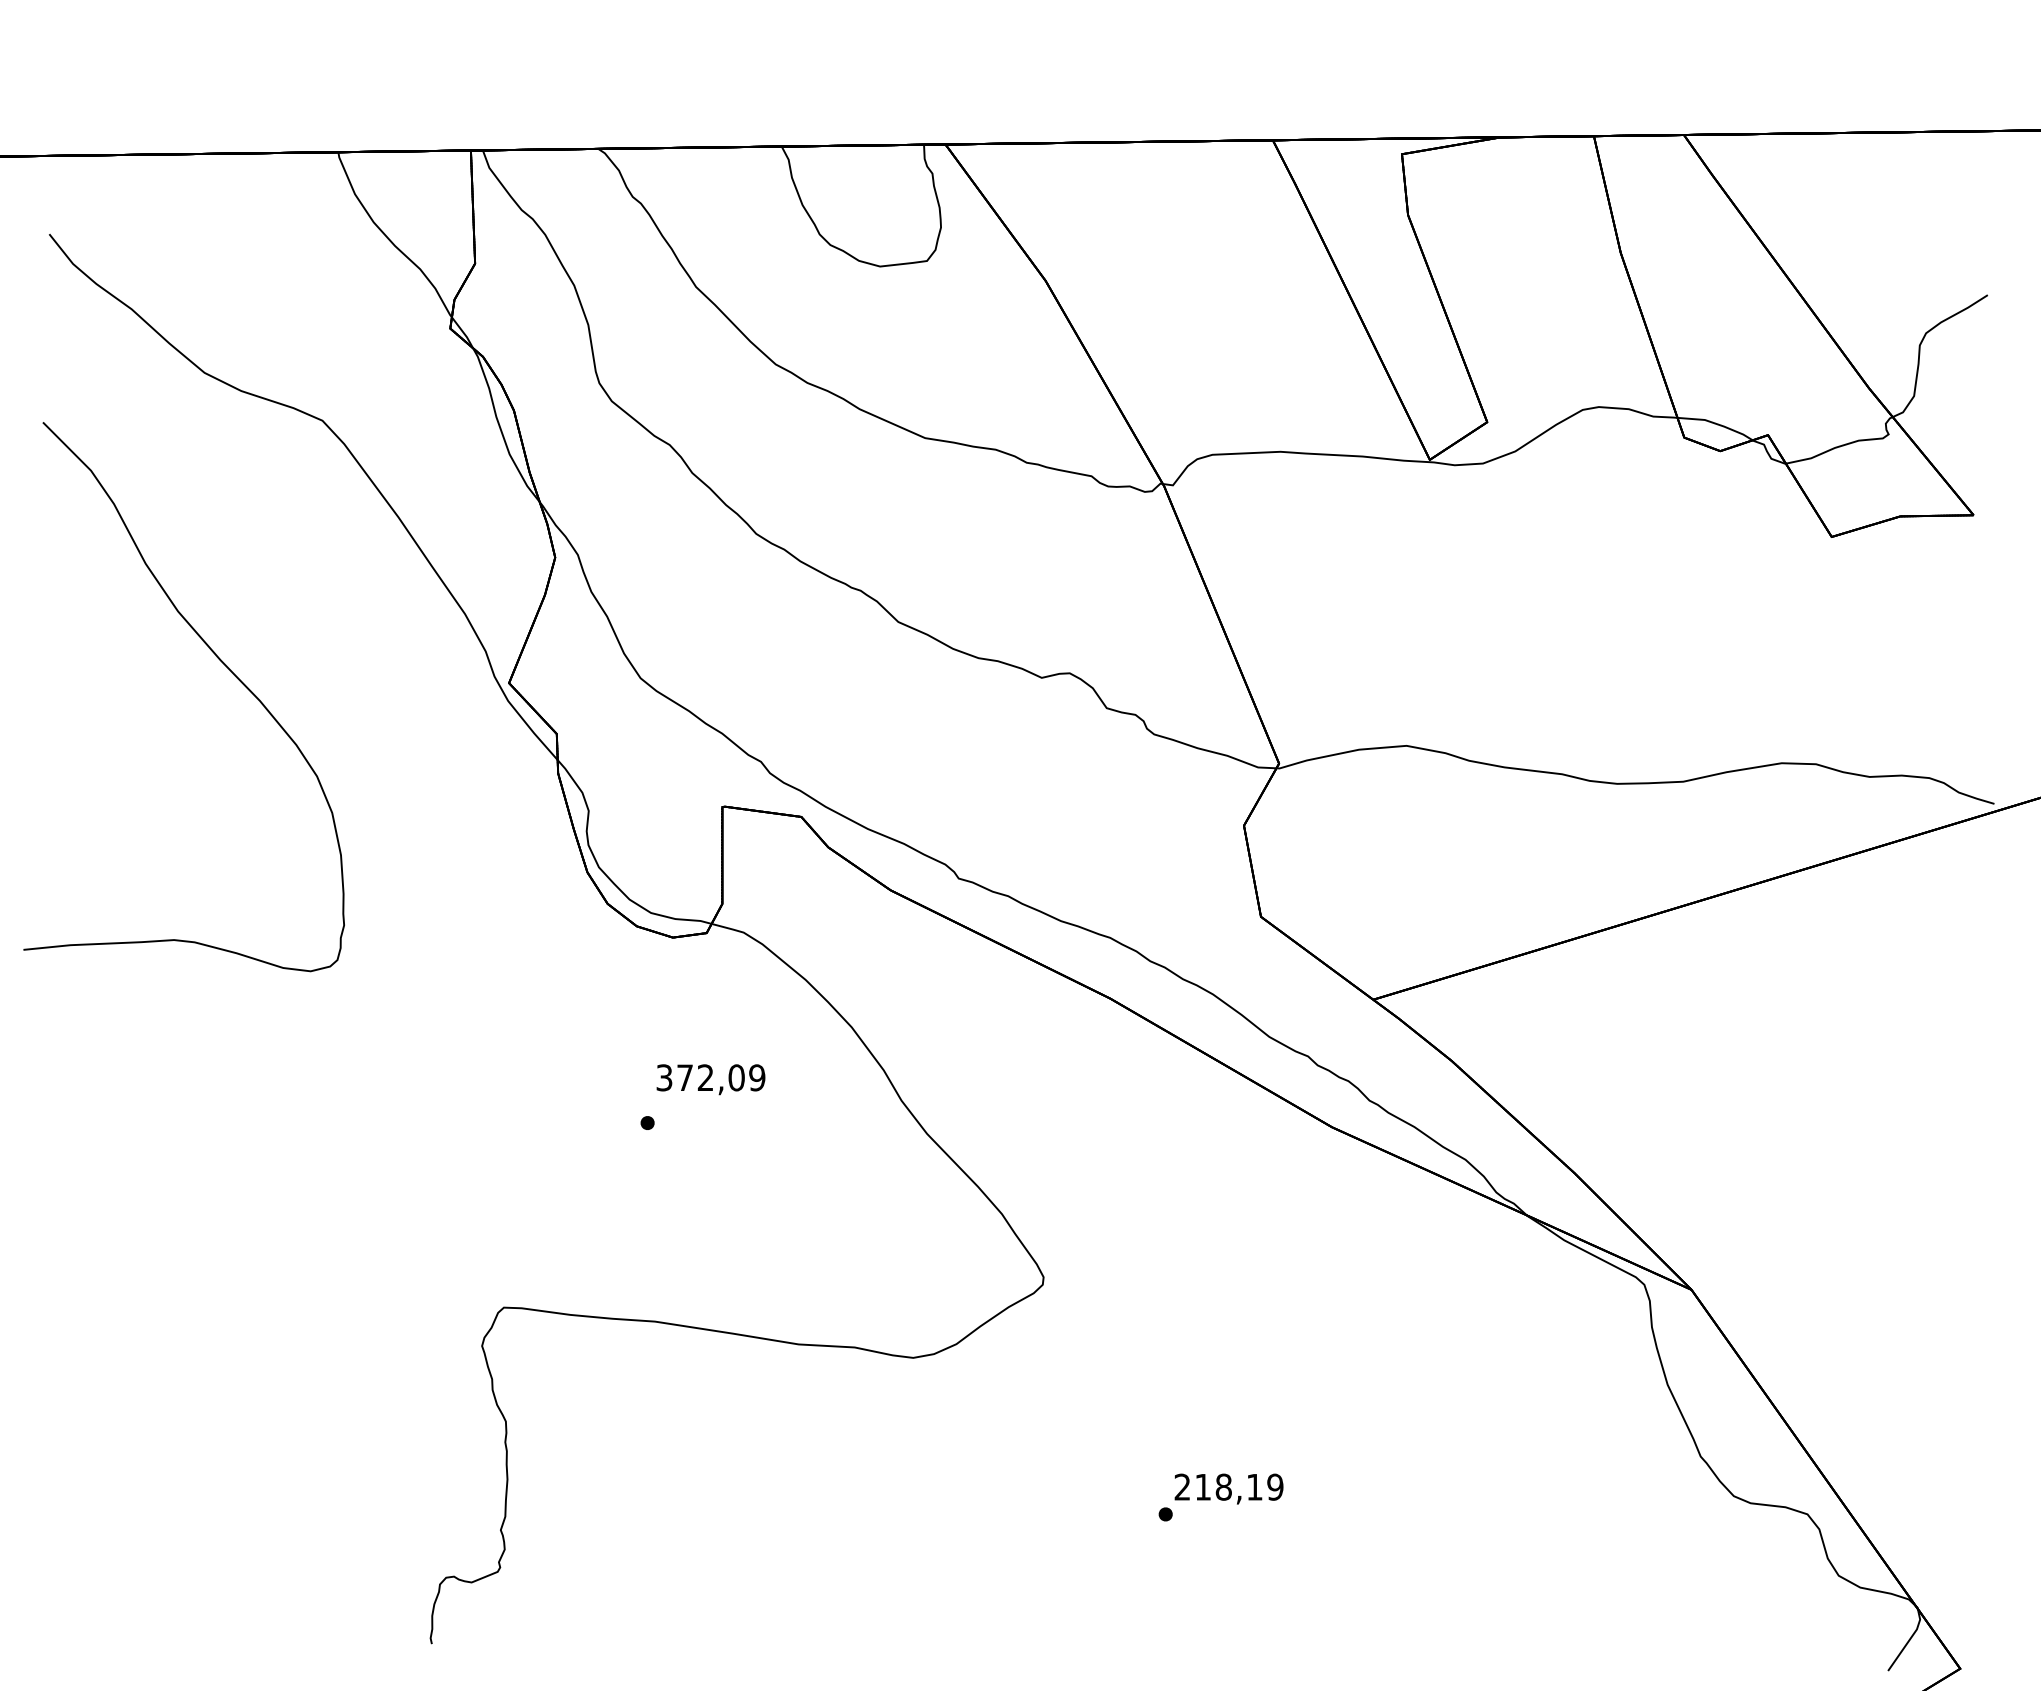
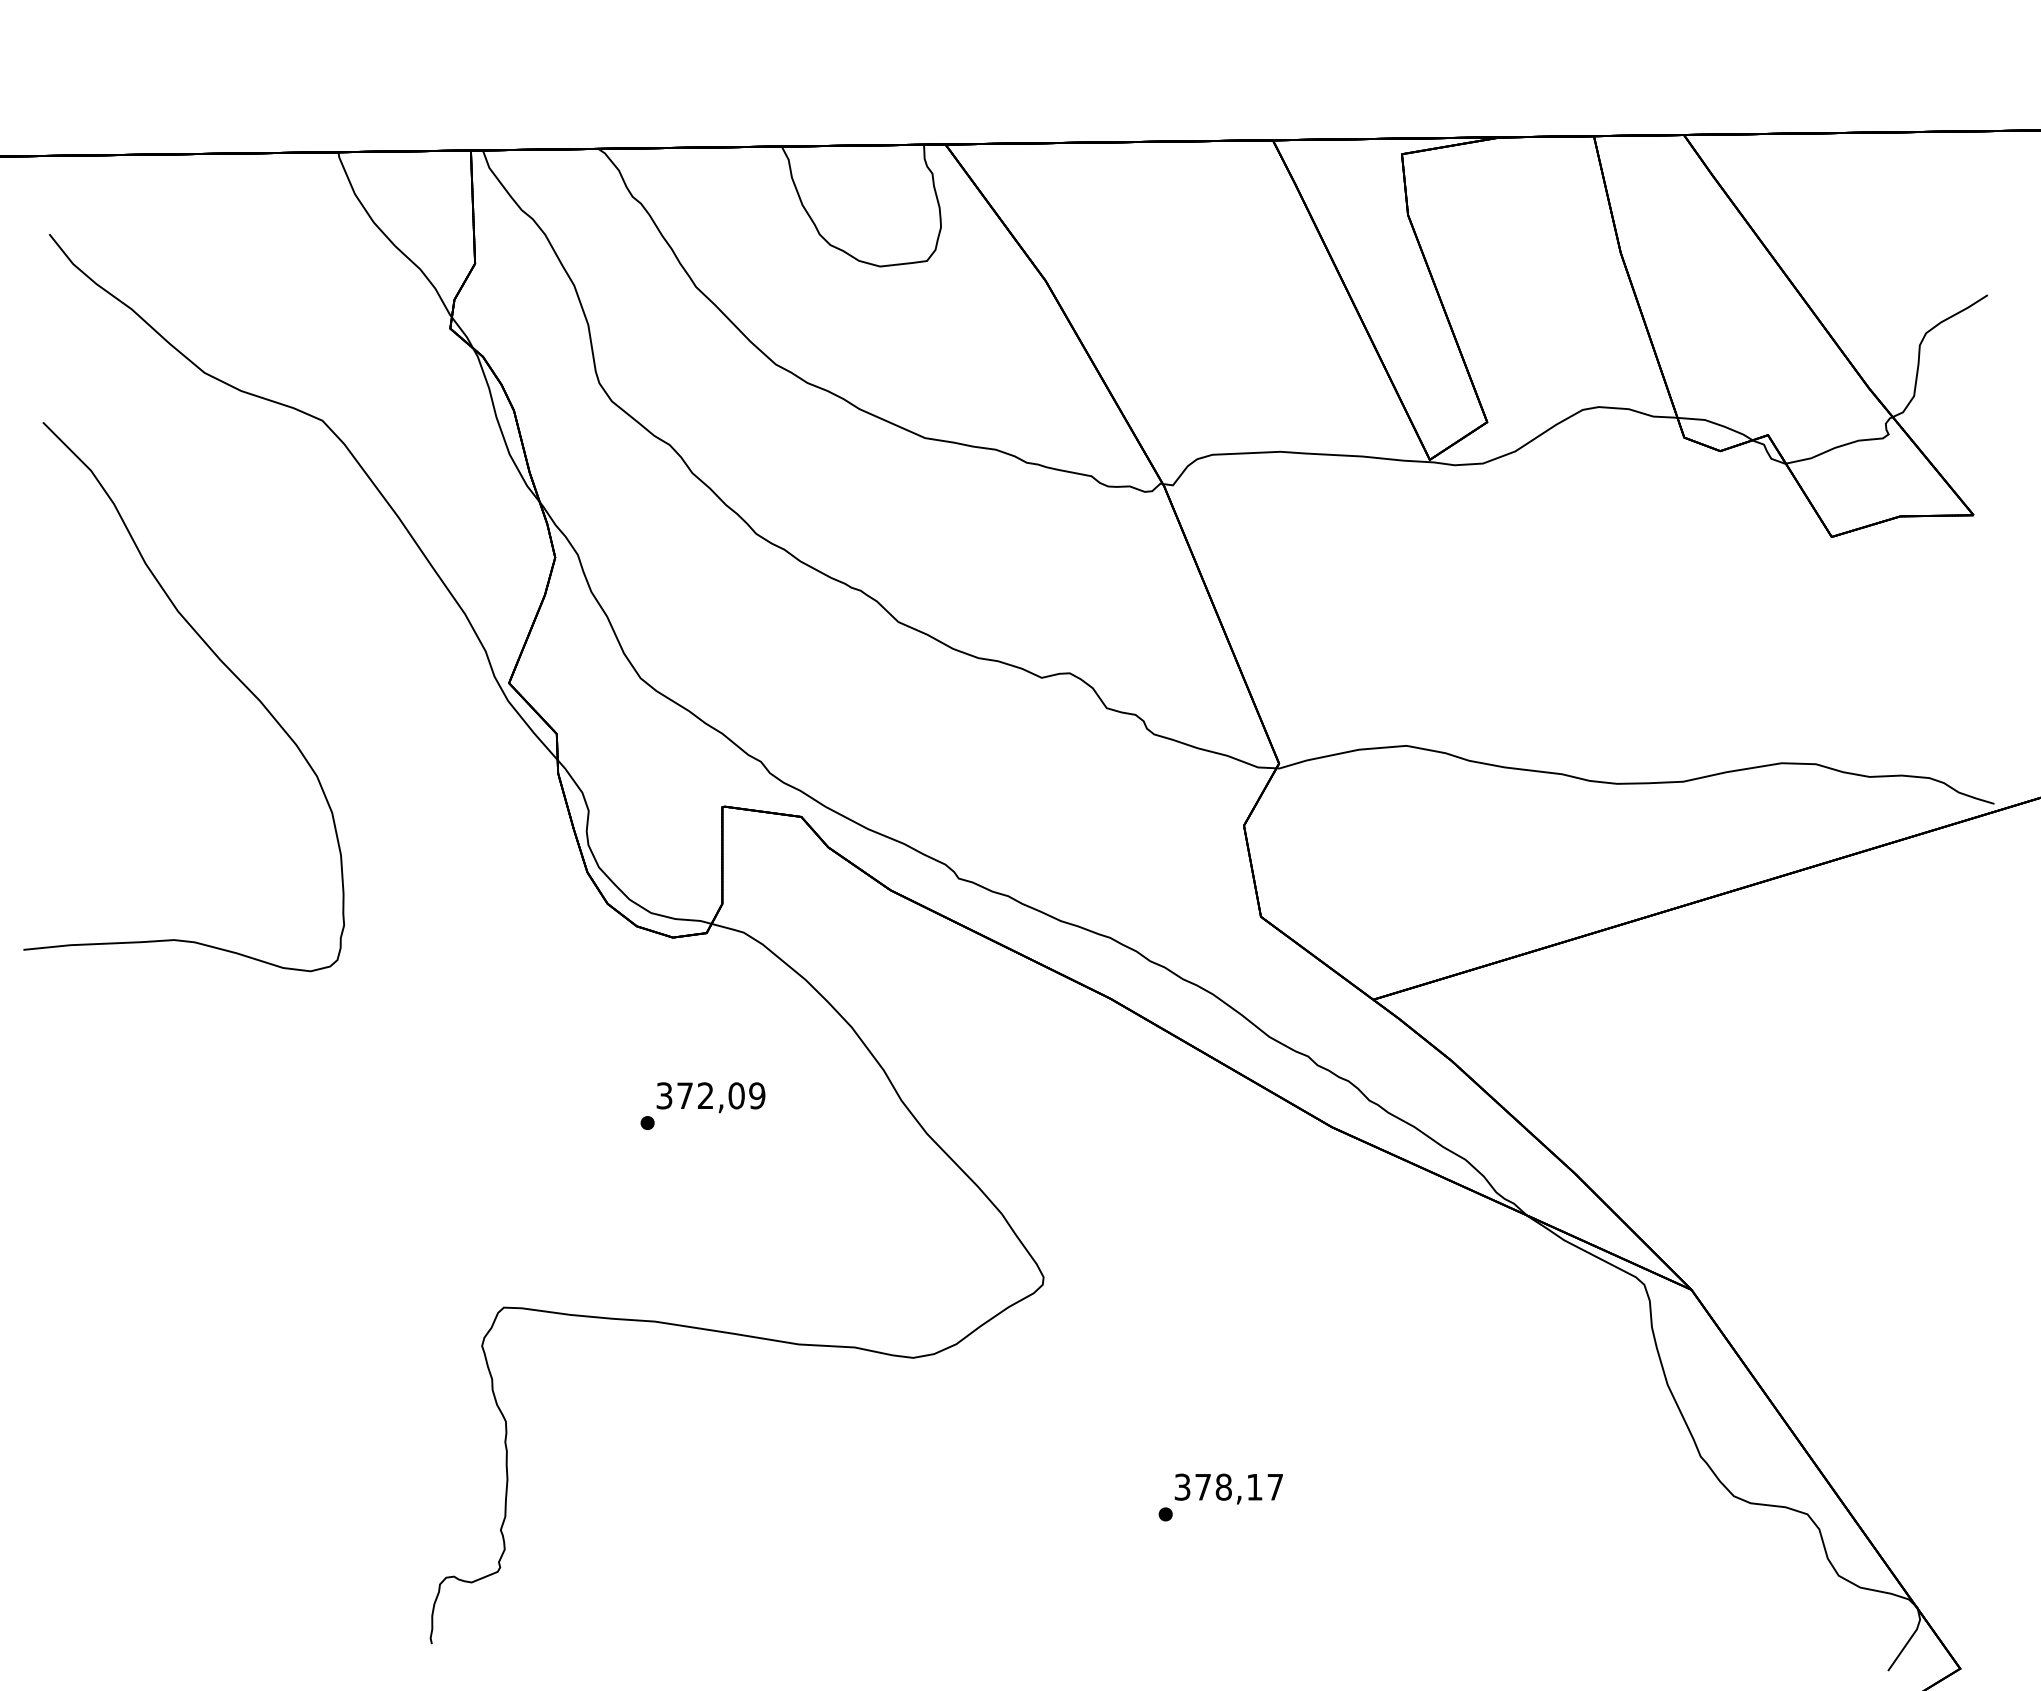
text at (710, 1079) position: (710, 1079) -> (710, 1097)
text at (1228, 1486): 218,19 -> 378,17
